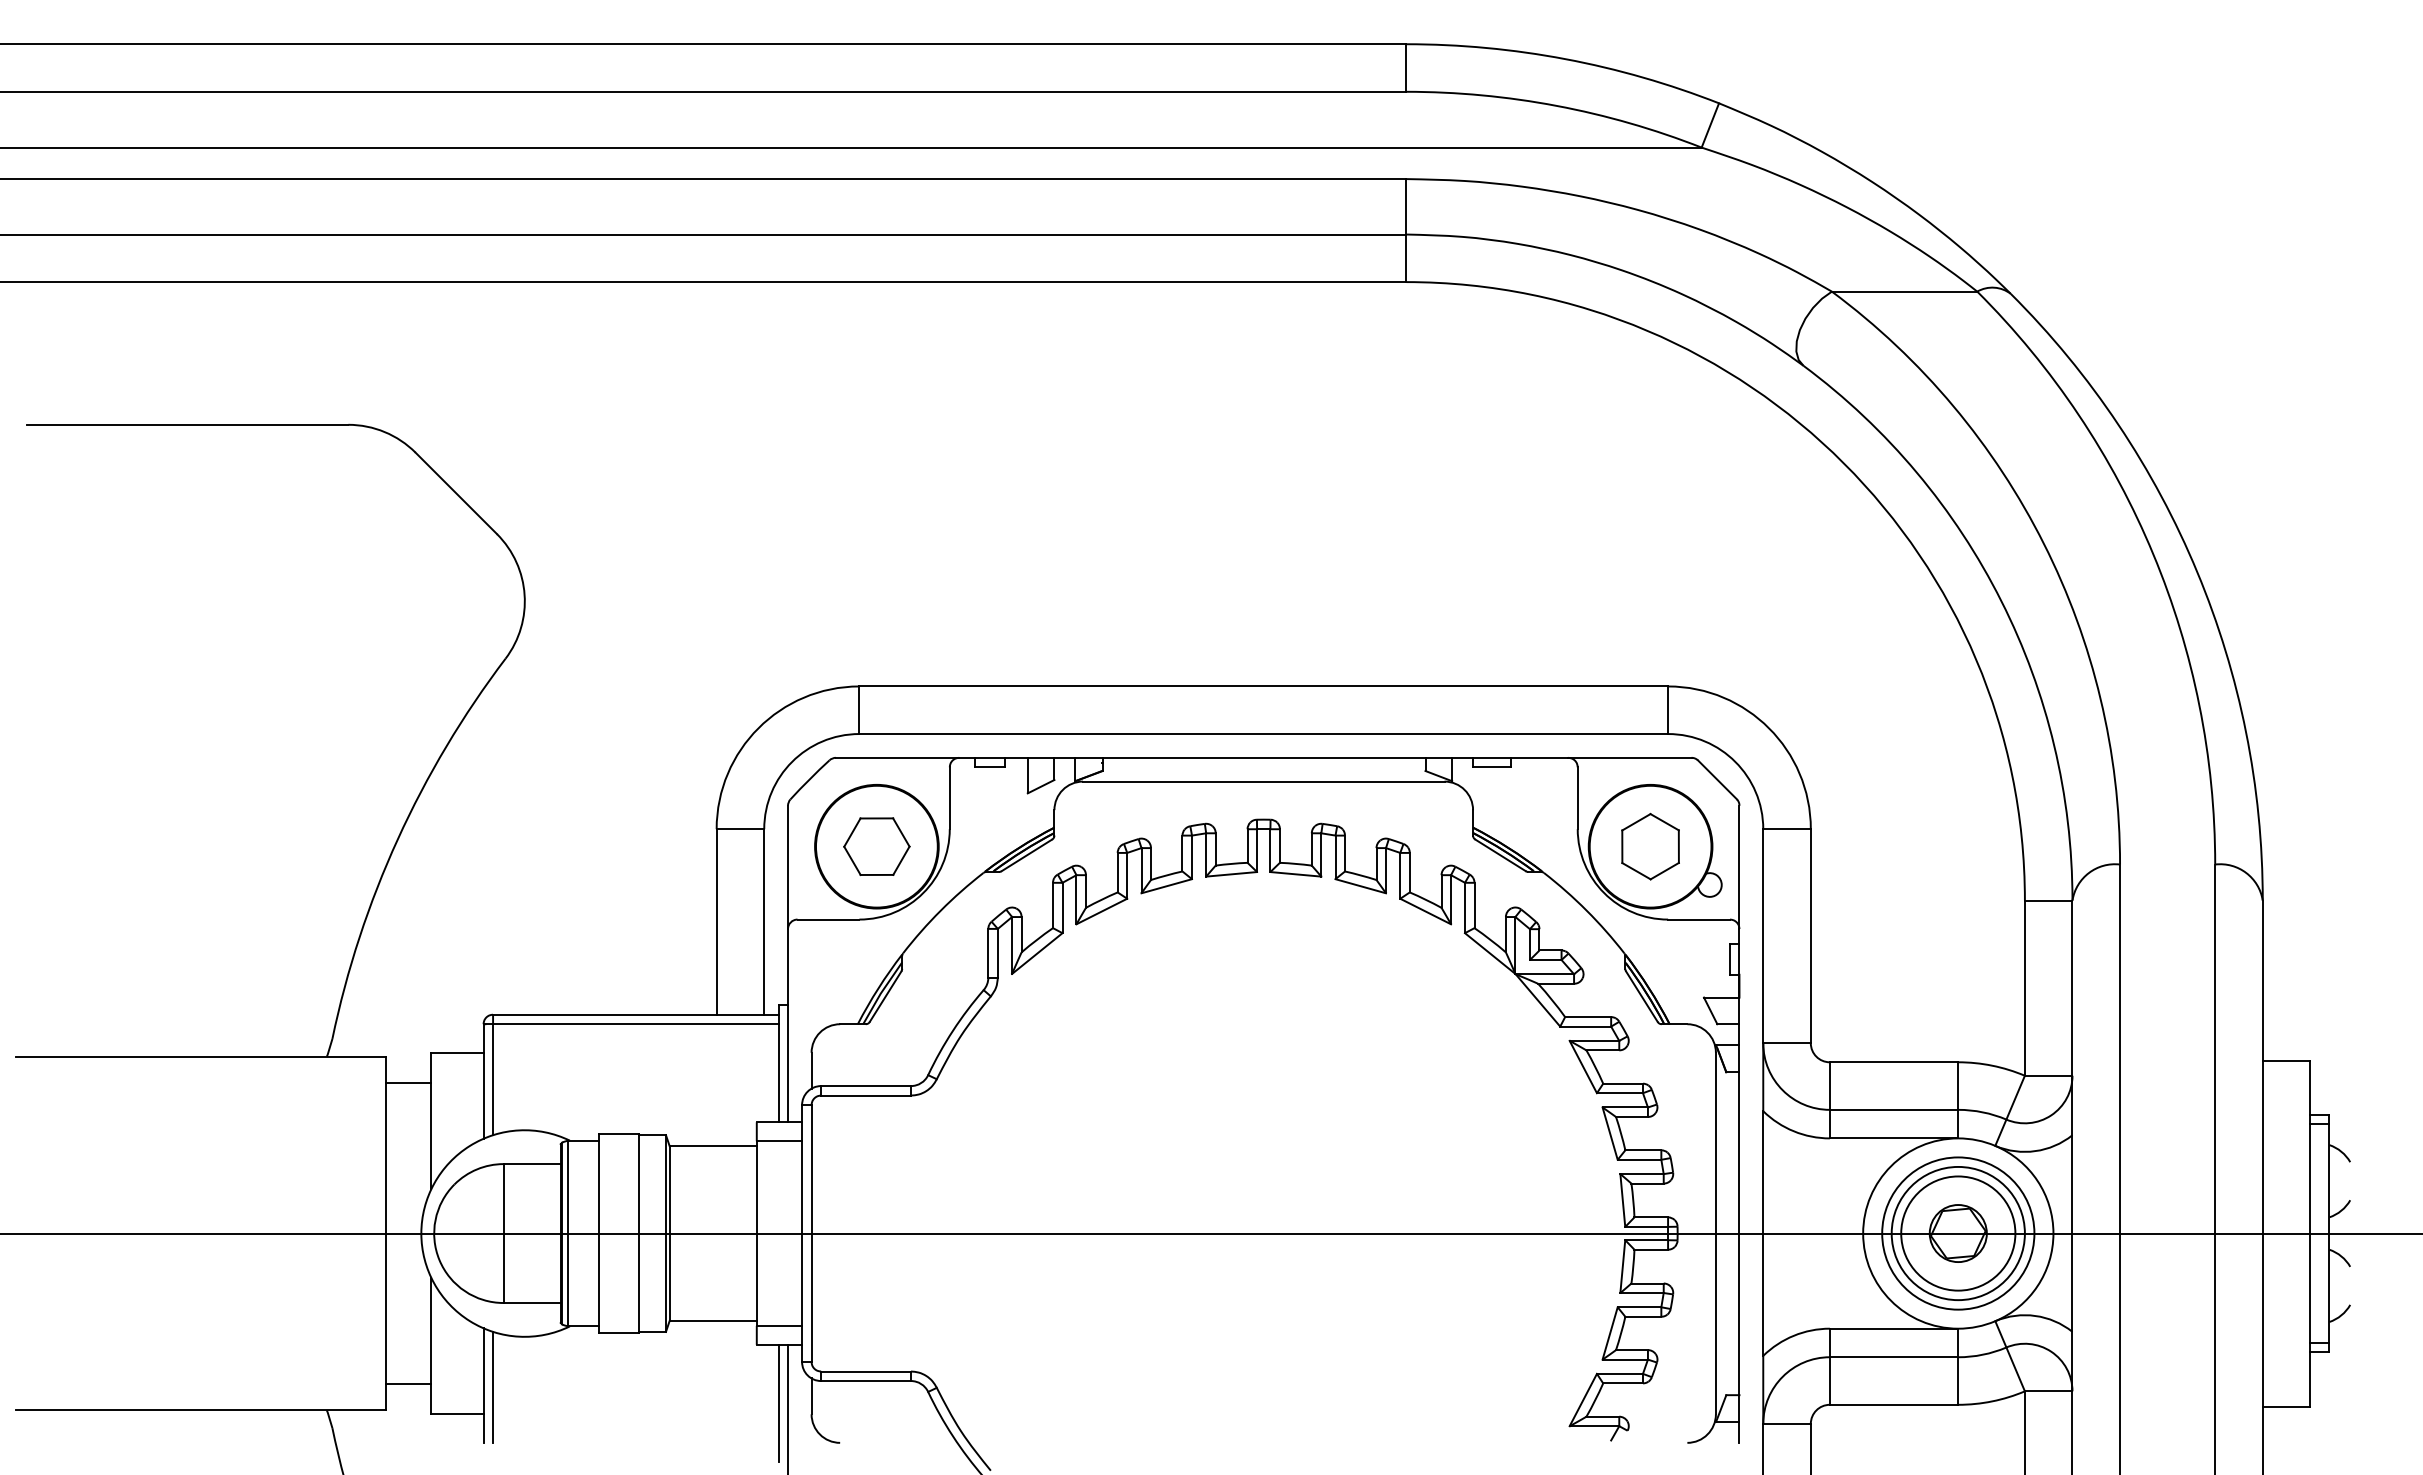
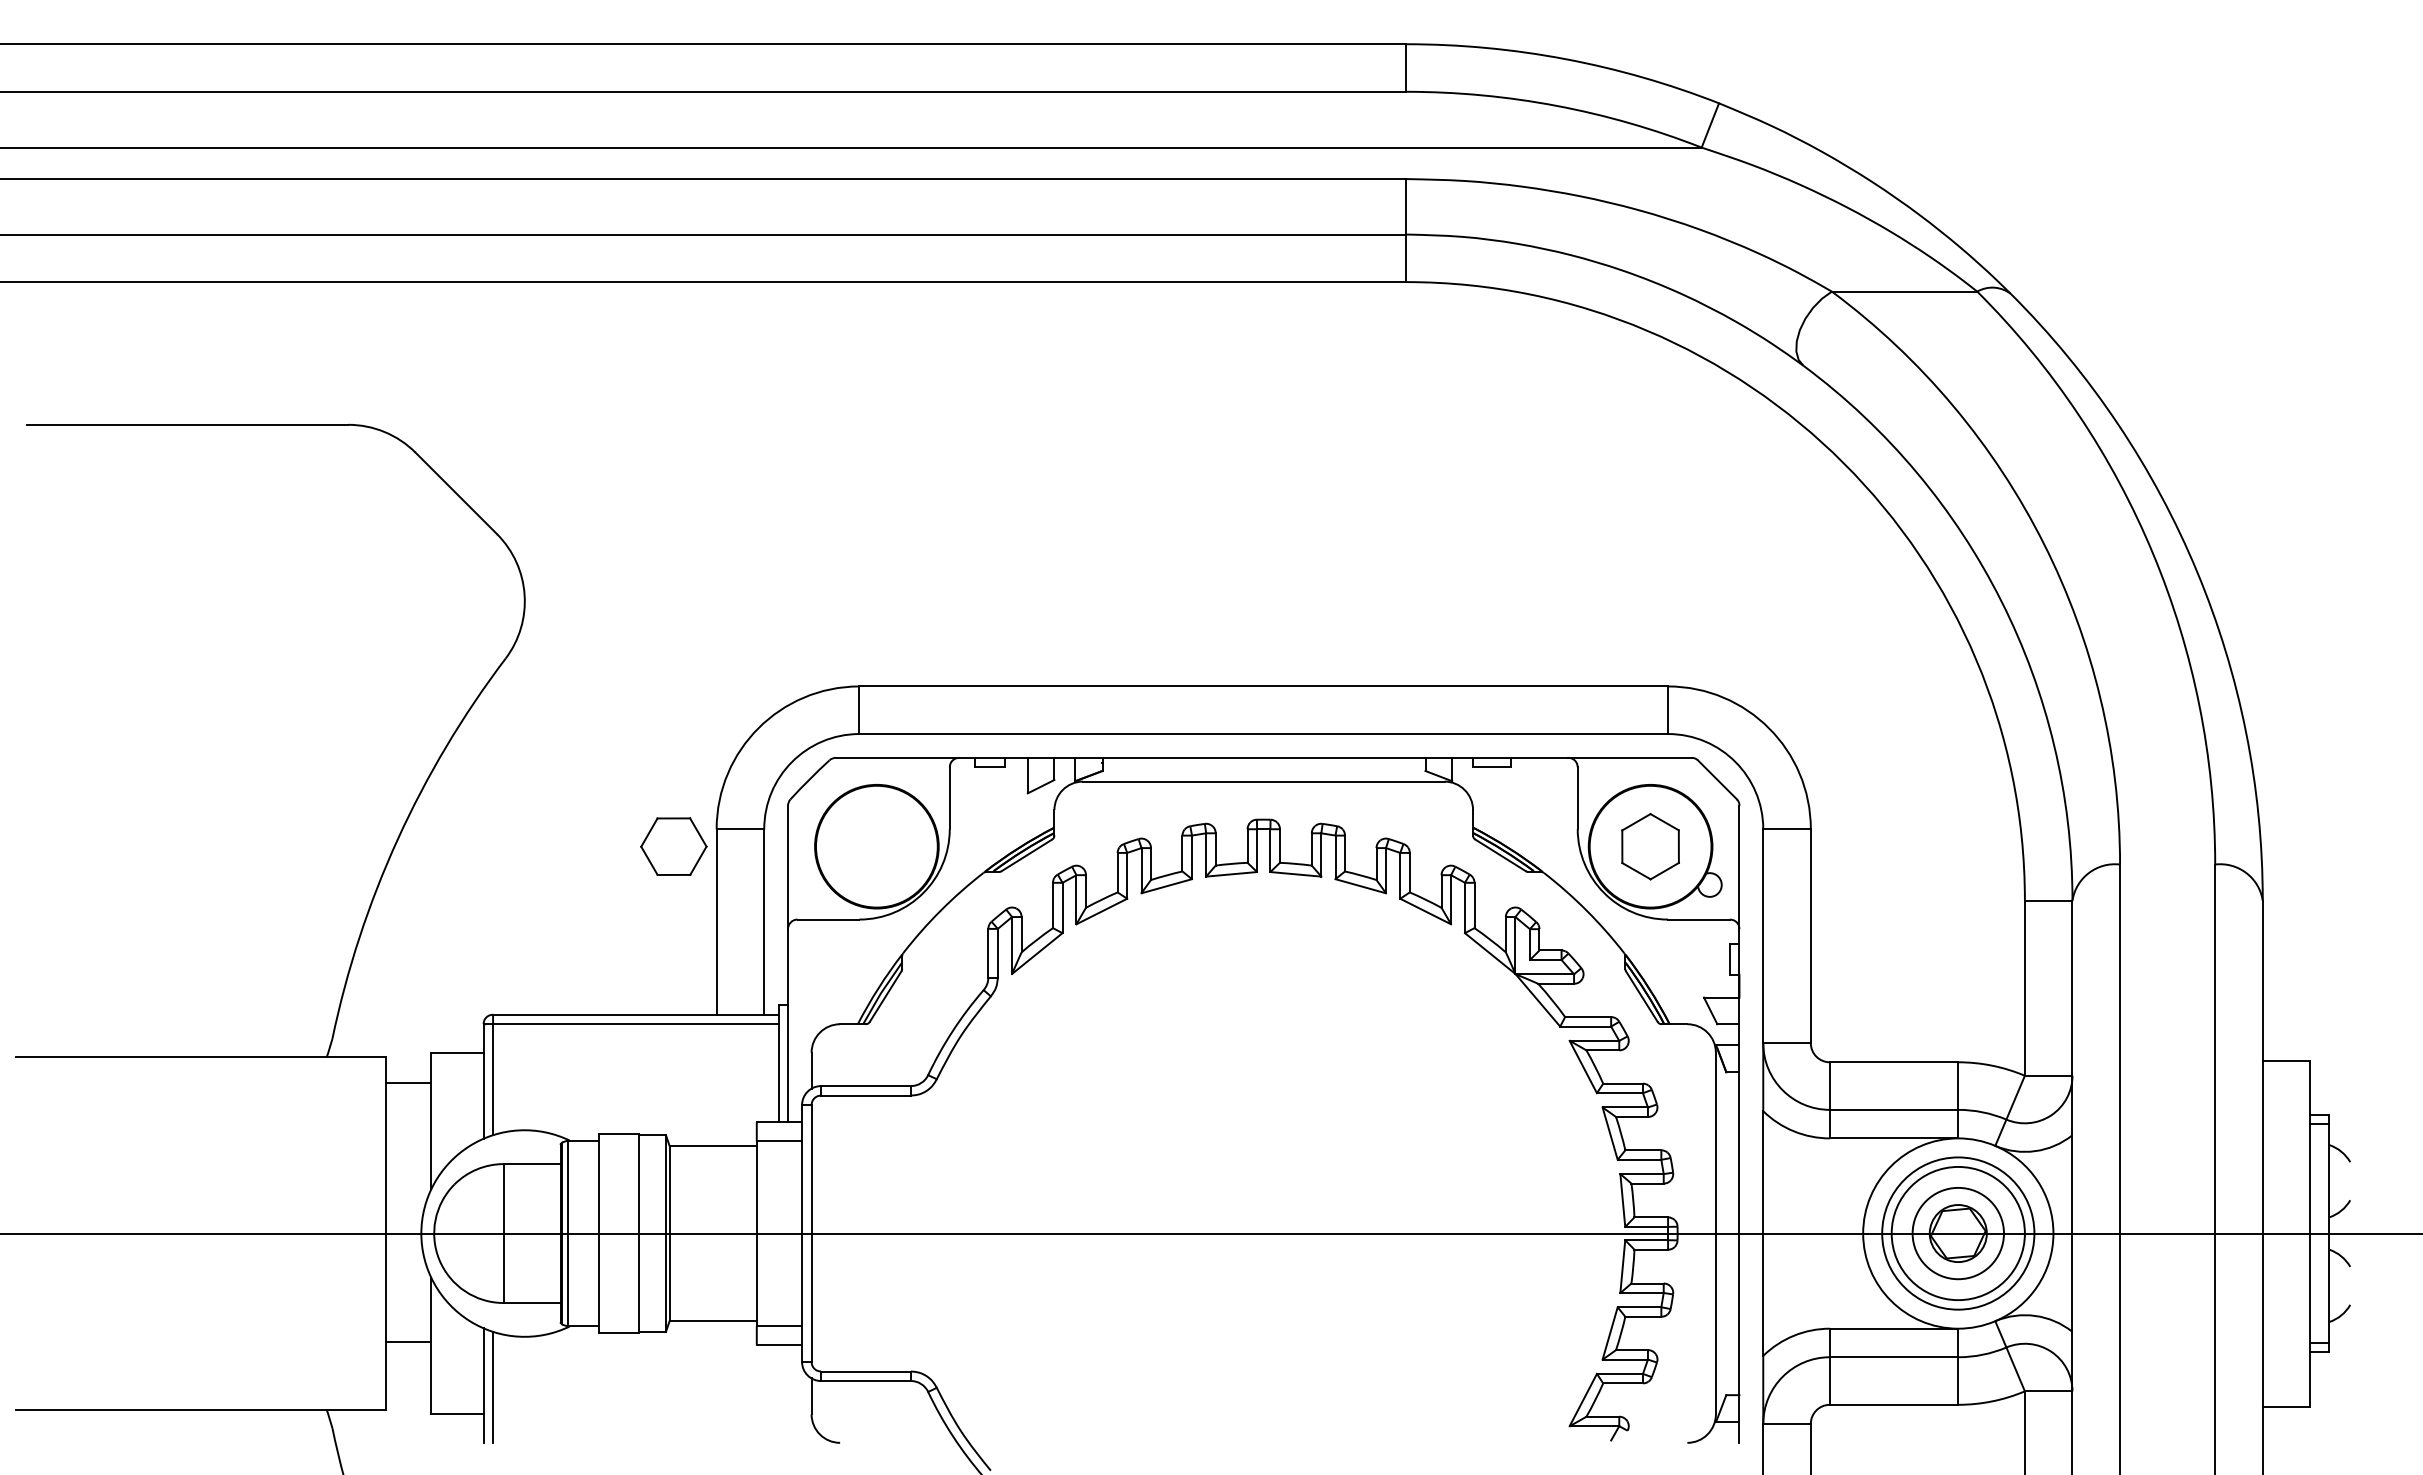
part at (876, 846) position: (876, 846) -> (673, 846)
circle at (1958, 1233) diameter: 114 px -> 91 px
line at (408, 1383) position: (408, 1383) -> (408, 1341)
line at (778, 1402): present -> none
line at (788, 1407): present -> none
